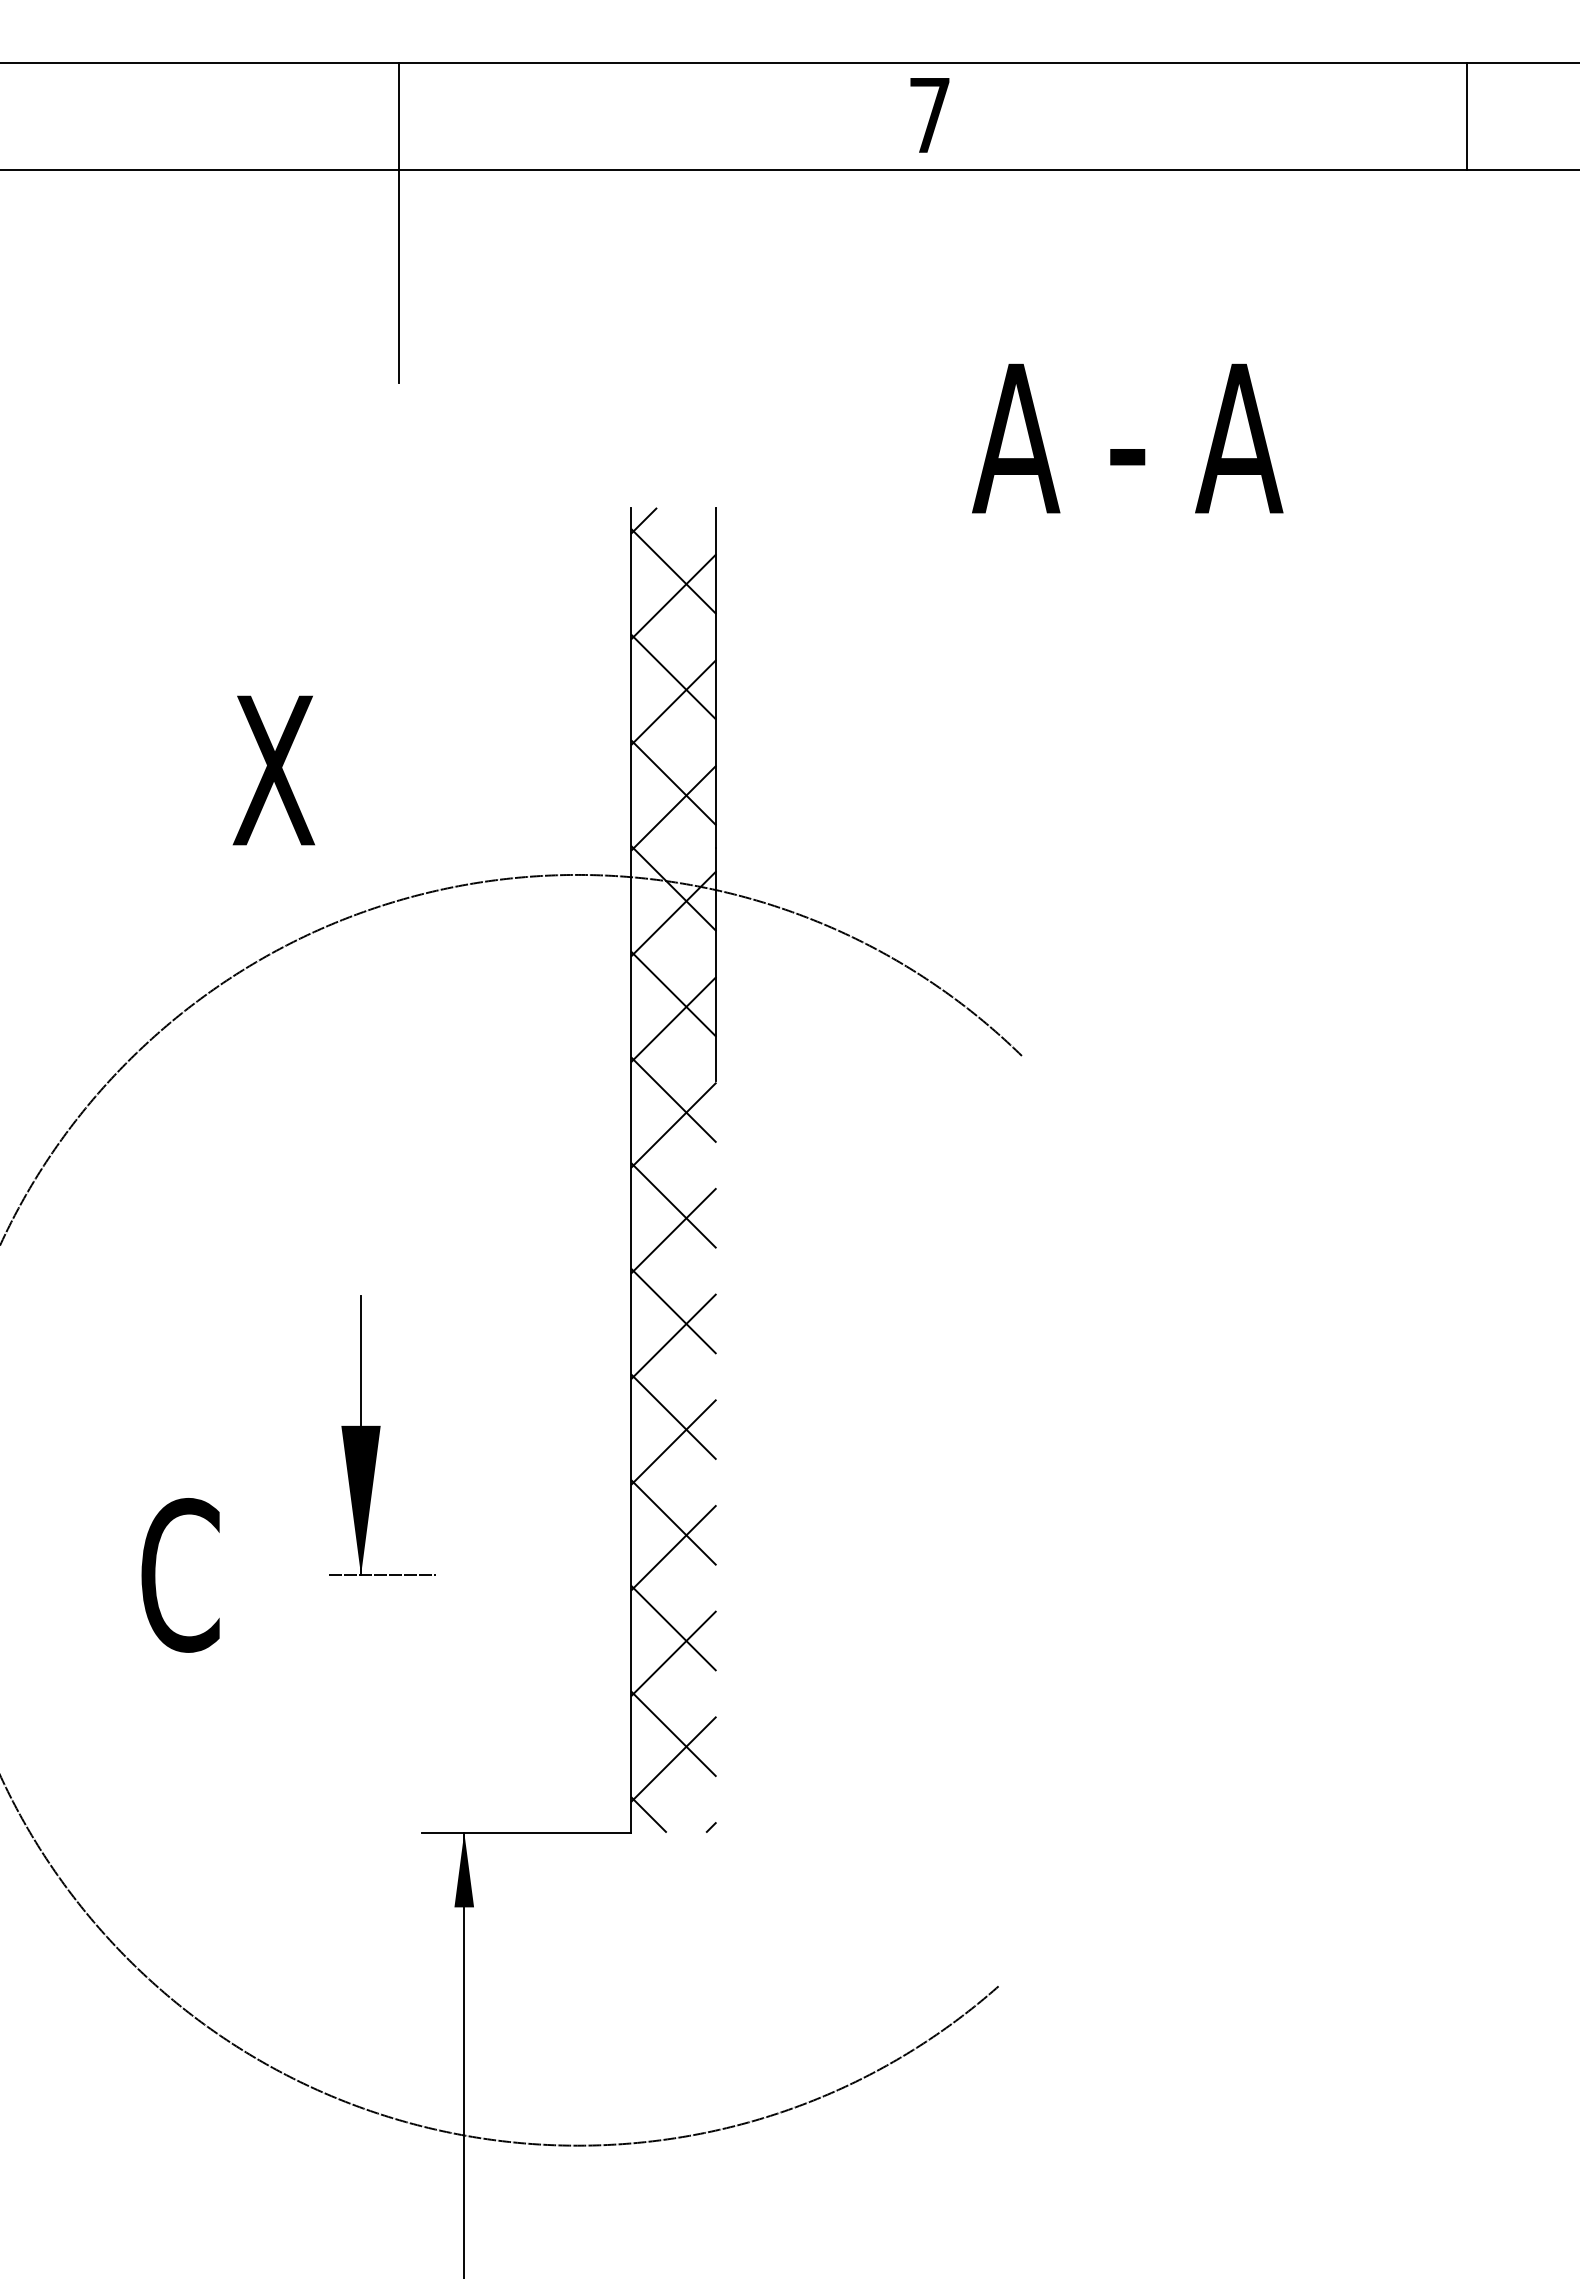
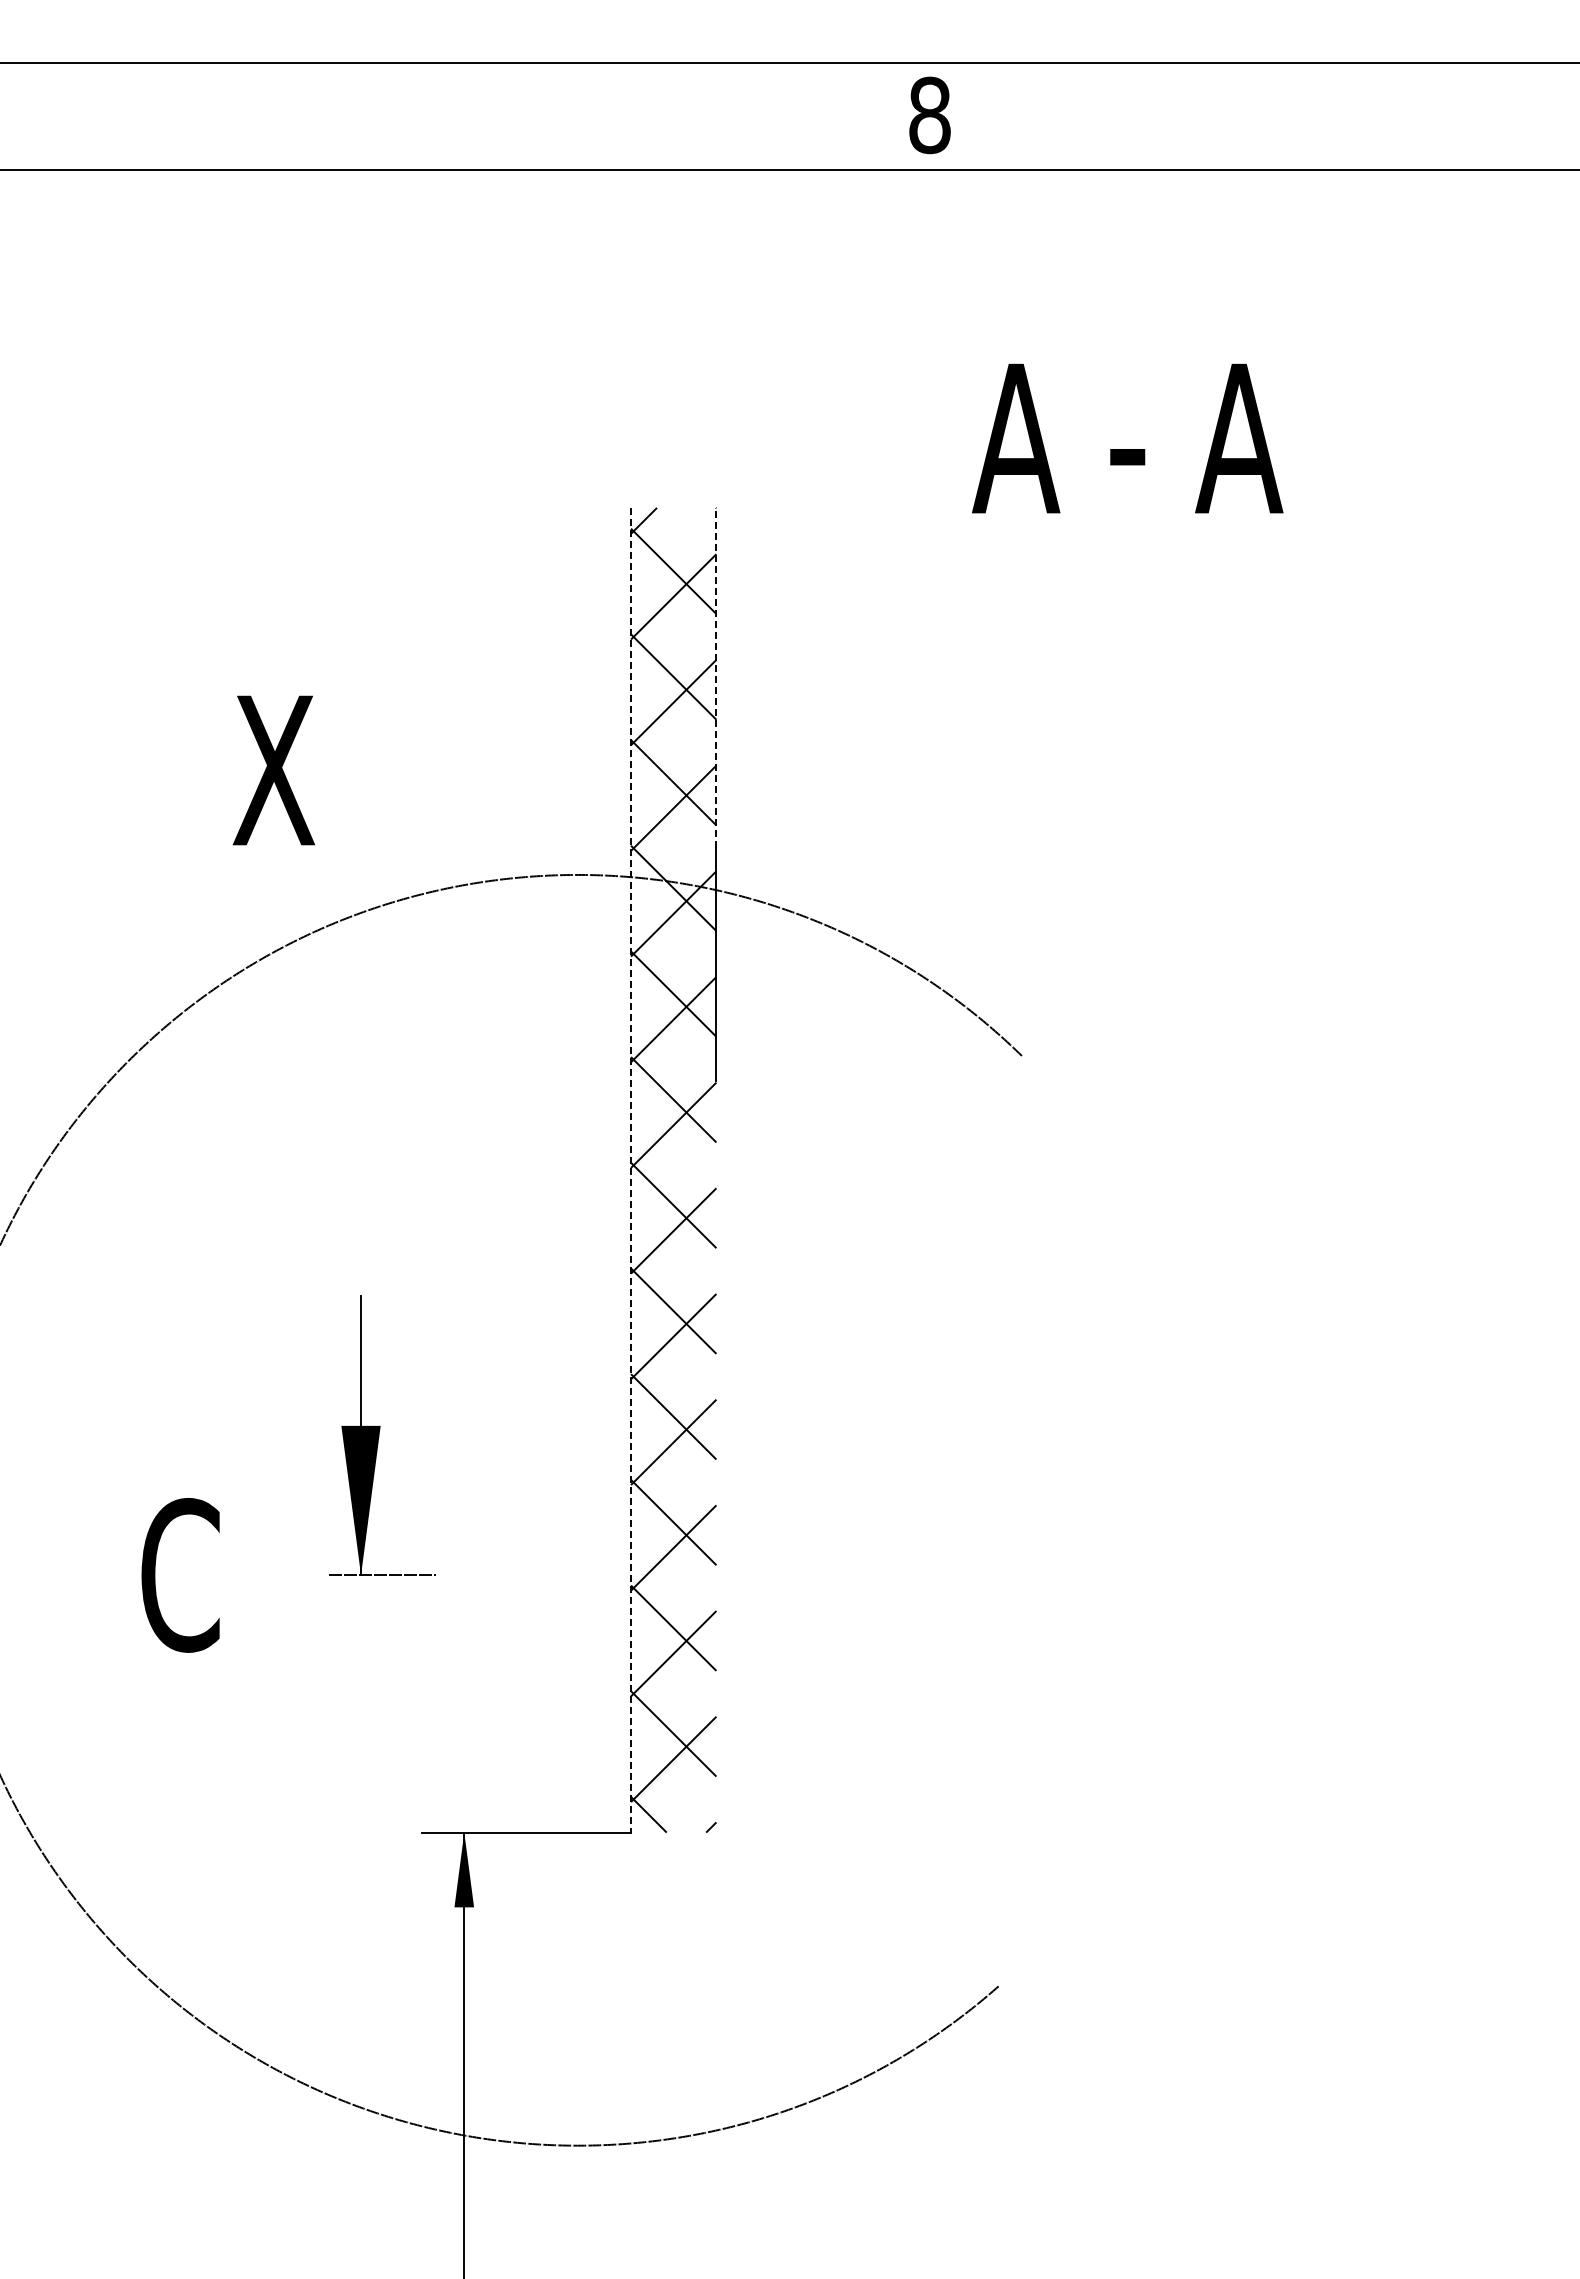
text at (929, 115): 7 -> 8
line at (1466, 116): present -> none
line at (399, 223): present -> none
line at (716, 677): solid -> dashed
line at (631, 1170): solid -> dashed
